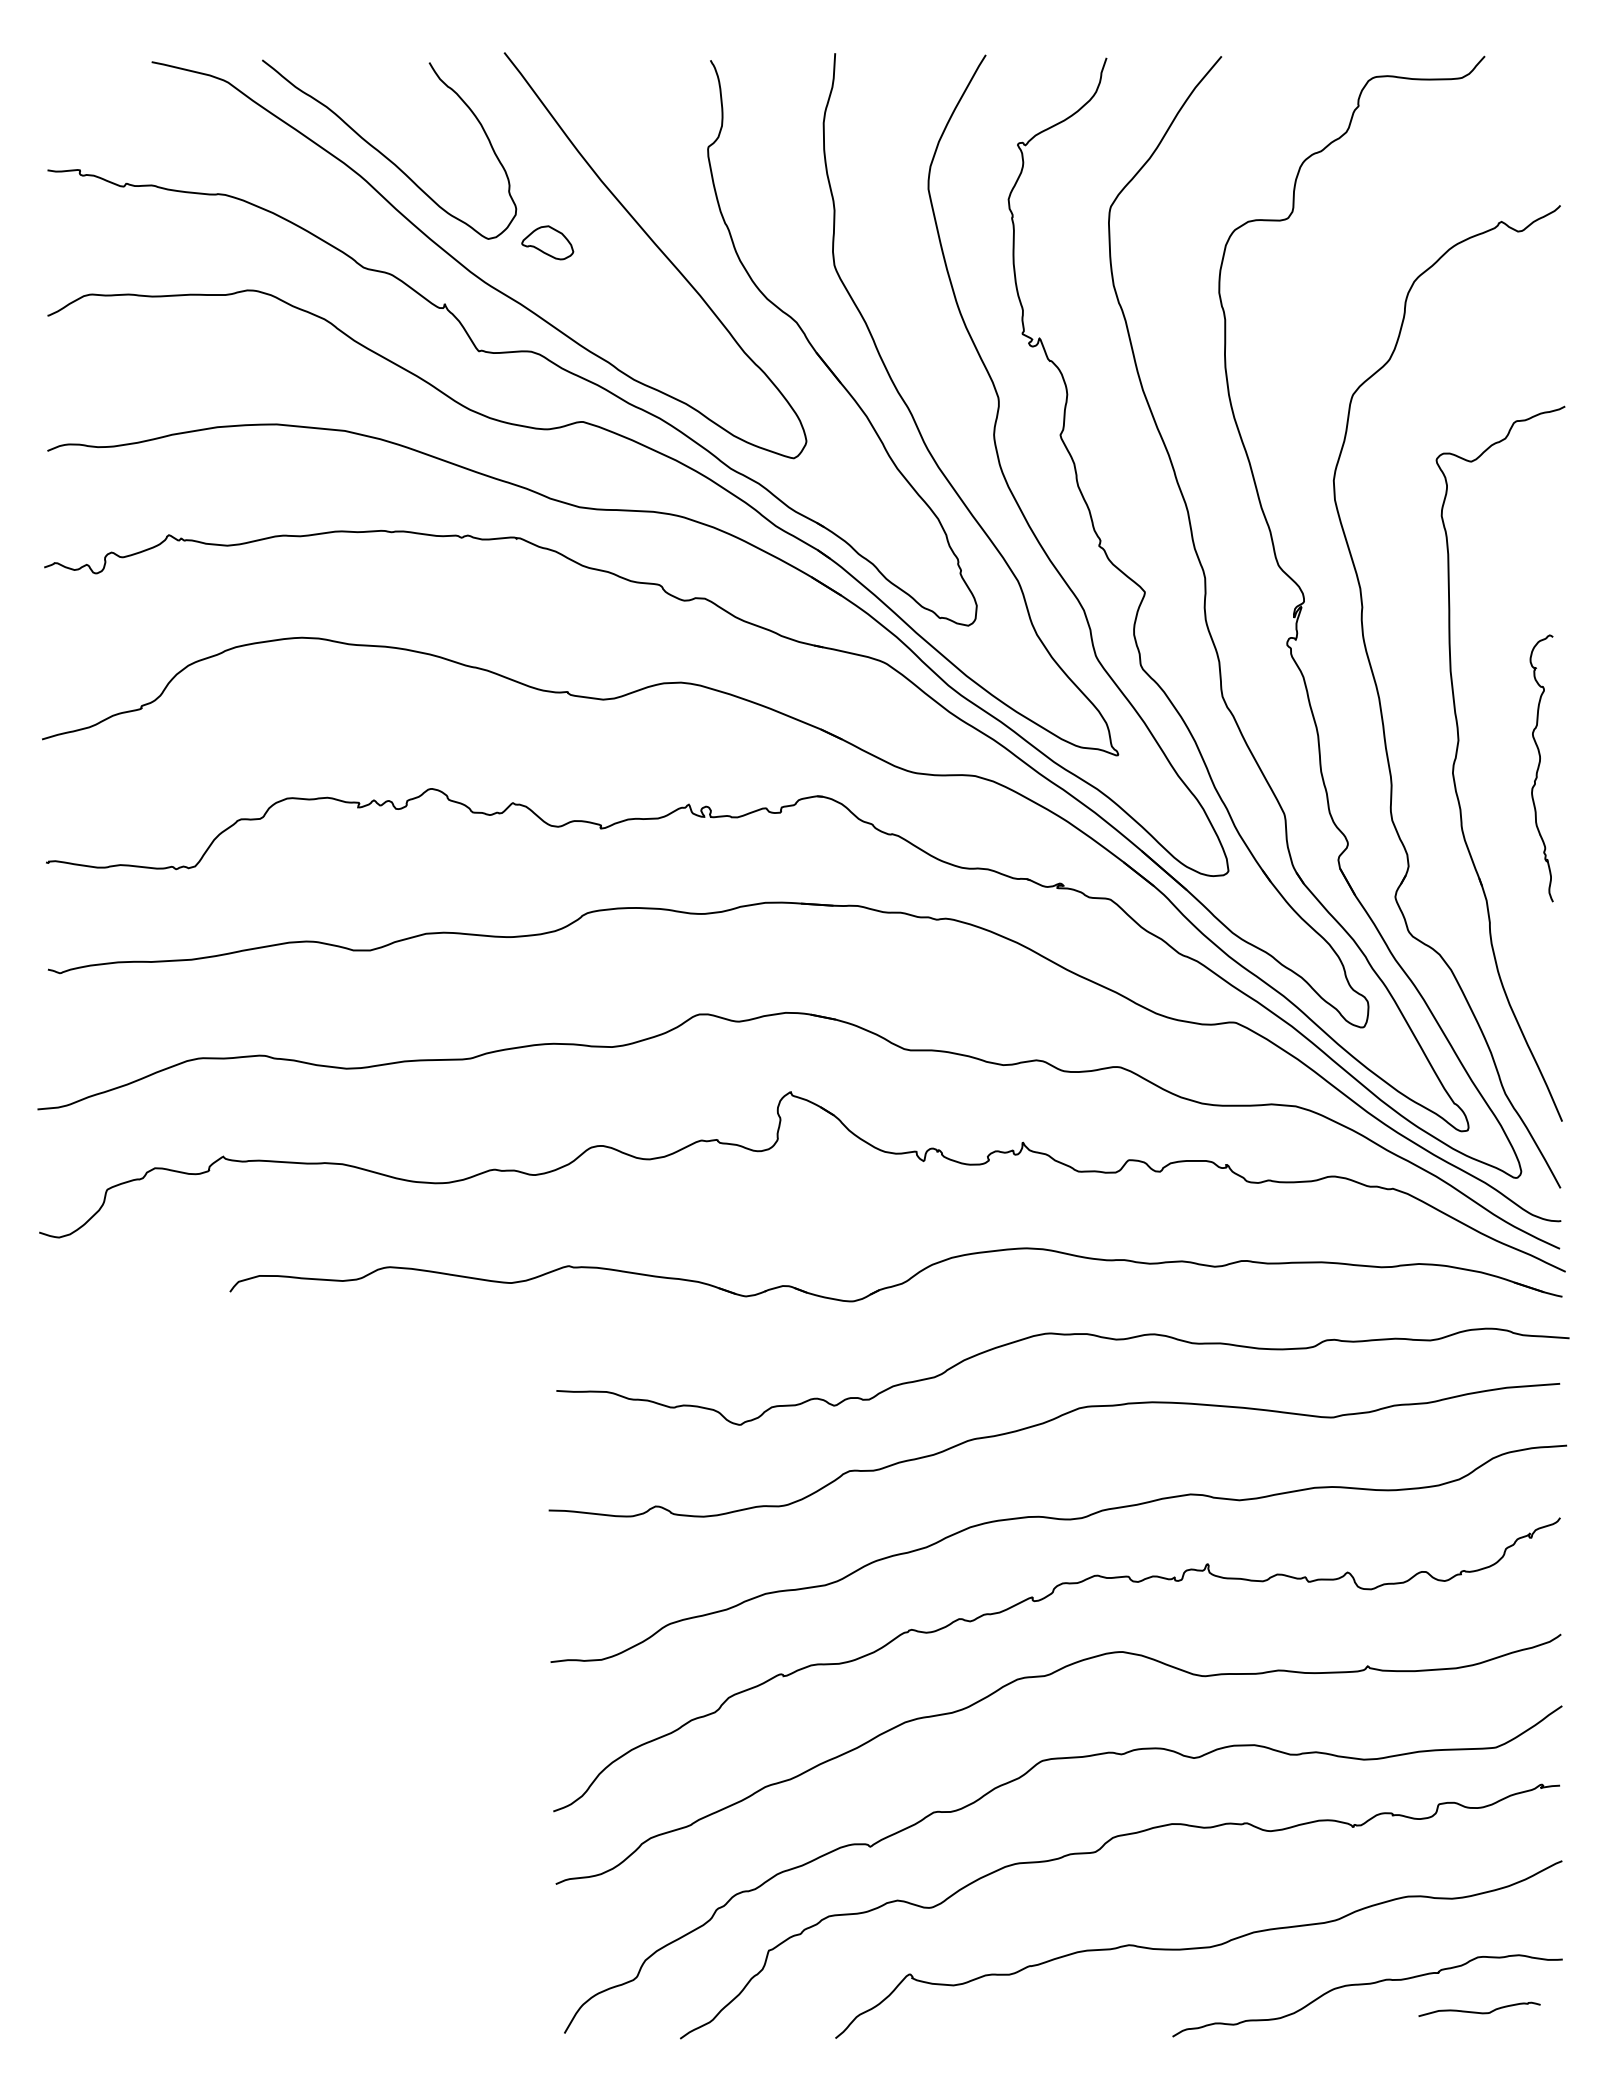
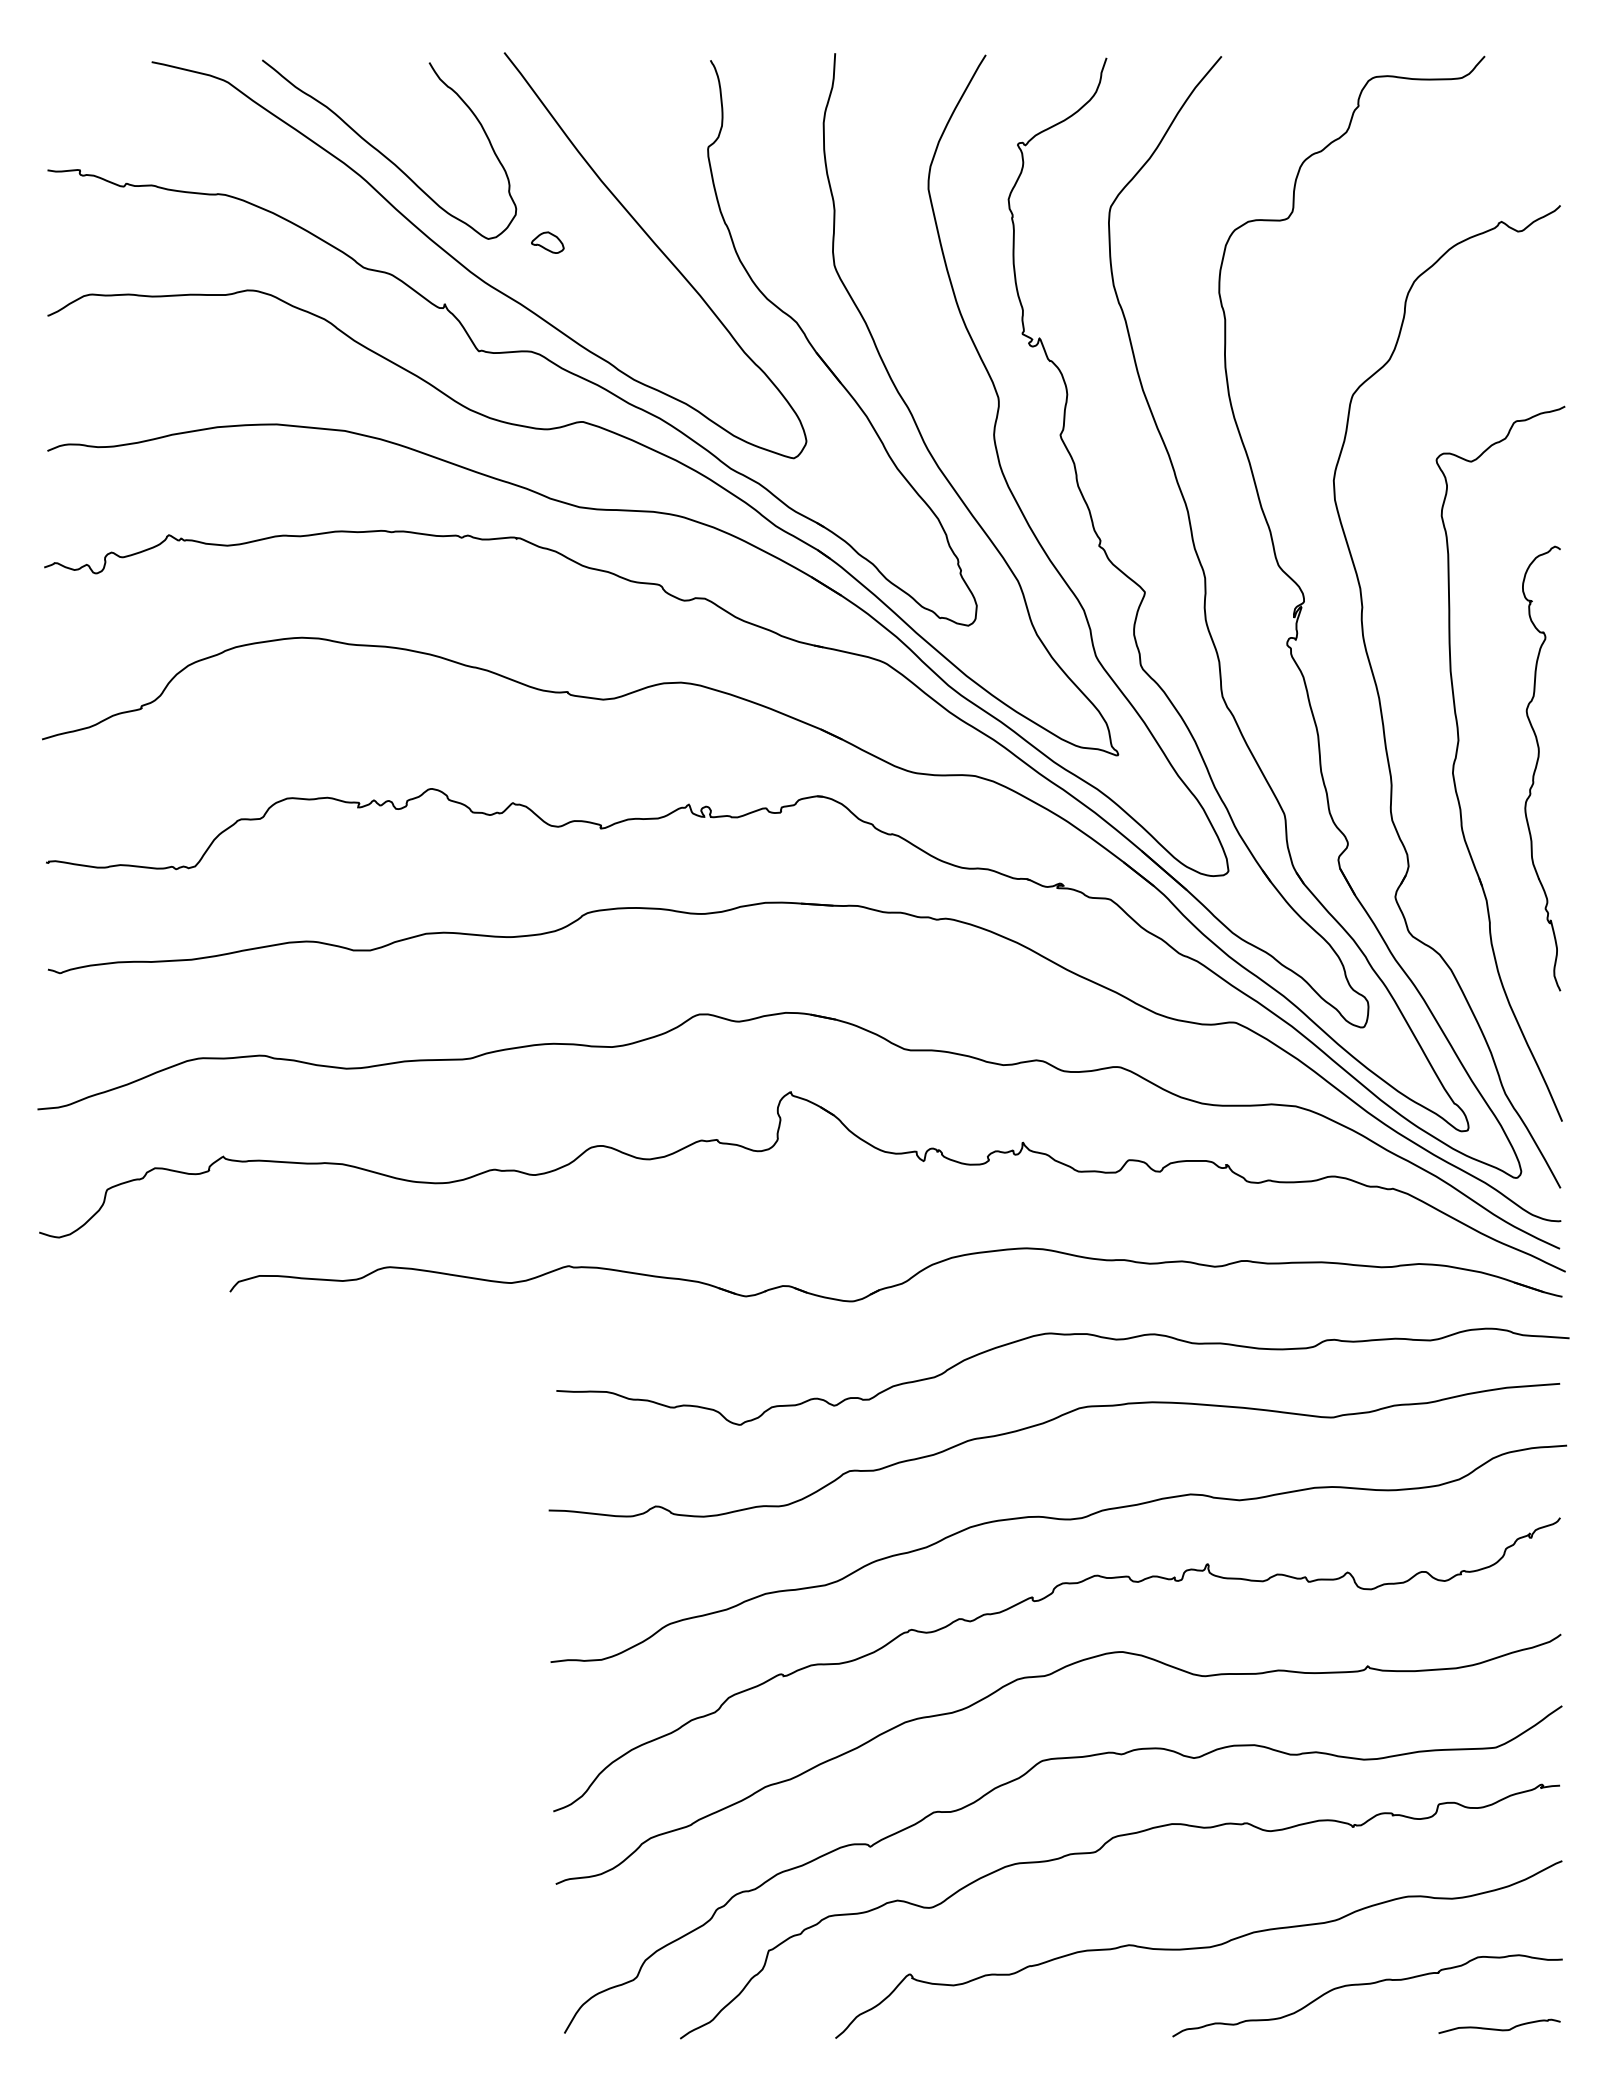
part at (547, 242) size: 54x36 px -> 34x23 px
part at (1541, 768) size: 25x269 px -> 40x447 px
curve at (1479, 2012) position: (1479, 2012) -> (1499, 2029)
